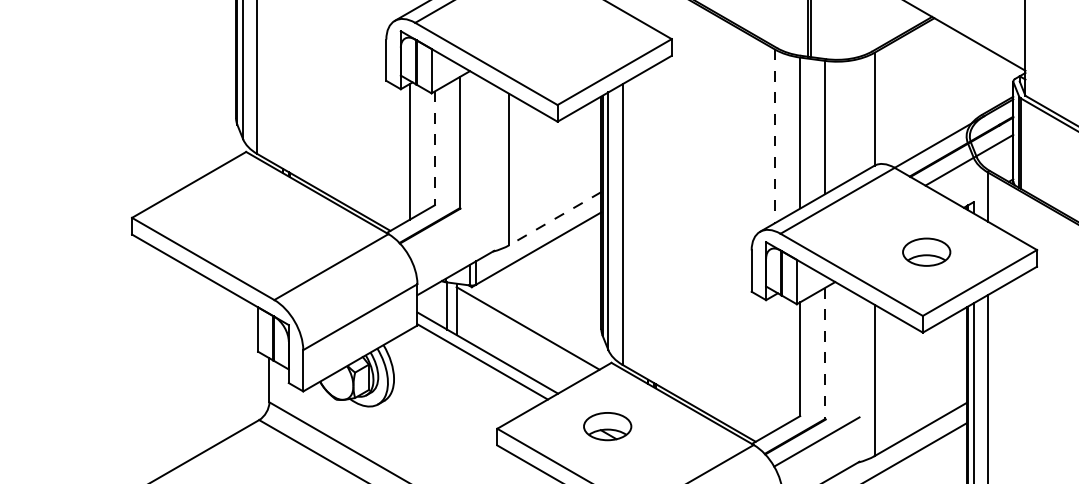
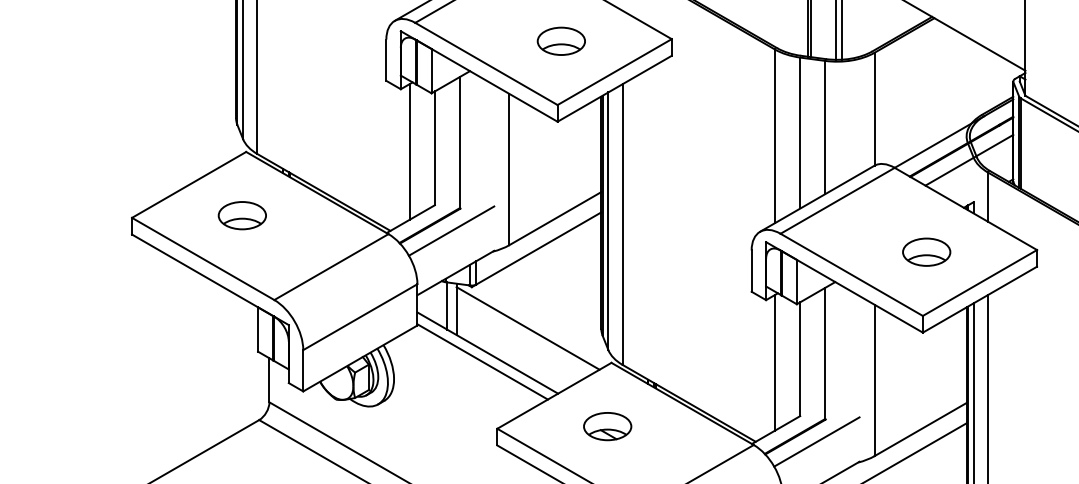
line at (835, 30): none -> present
line at (841, 30): none -> present
part at (560, 40): none -> present
line at (774, 136): dashed -> solid
line at (435, 148): dashed -> solid
part at (241, 215): none -> present
line at (554, 218): dashed -> solid
line at (451, 230): none -> present
line at (825, 353): dashed -> solid
line at (774, 362): none -> present
